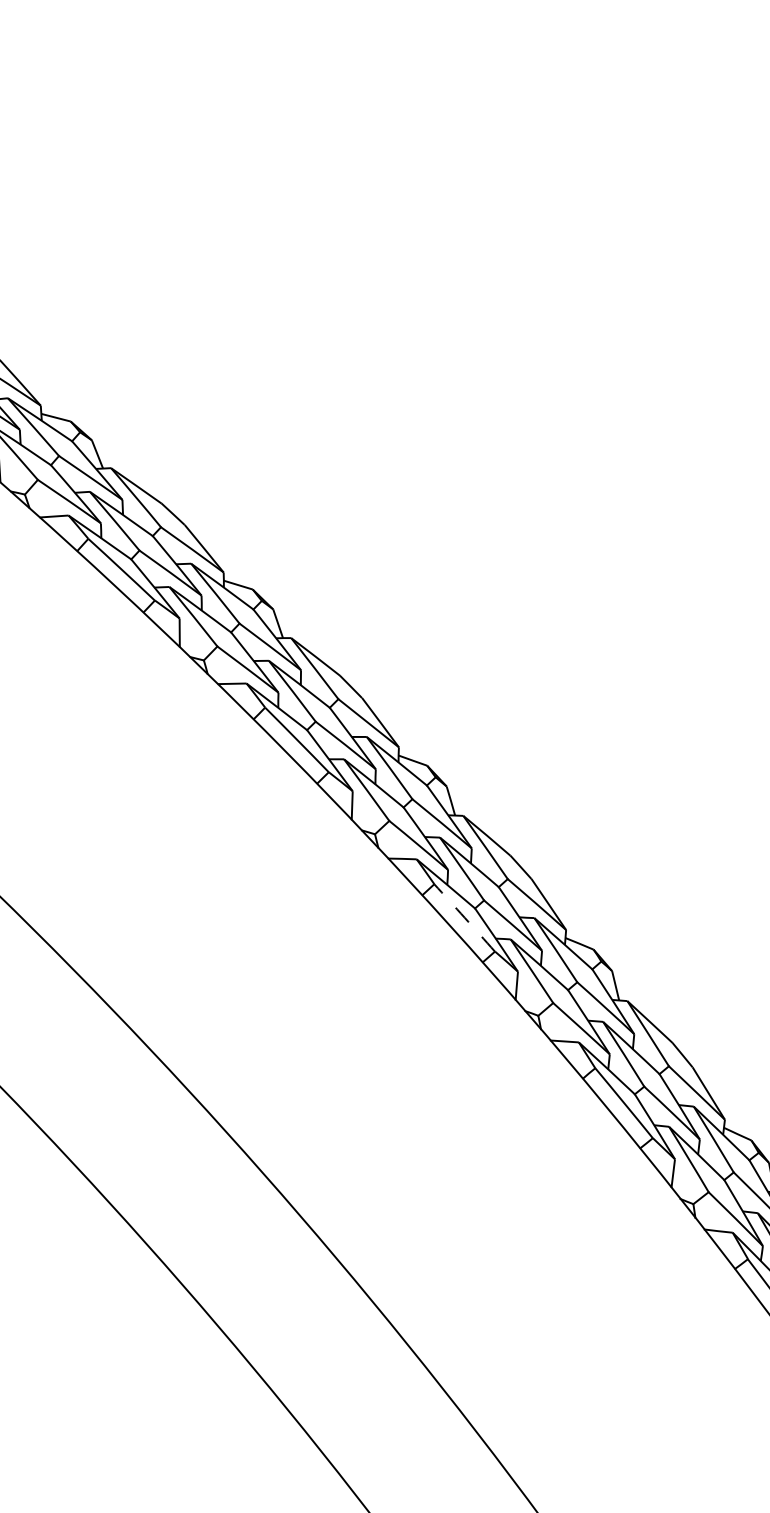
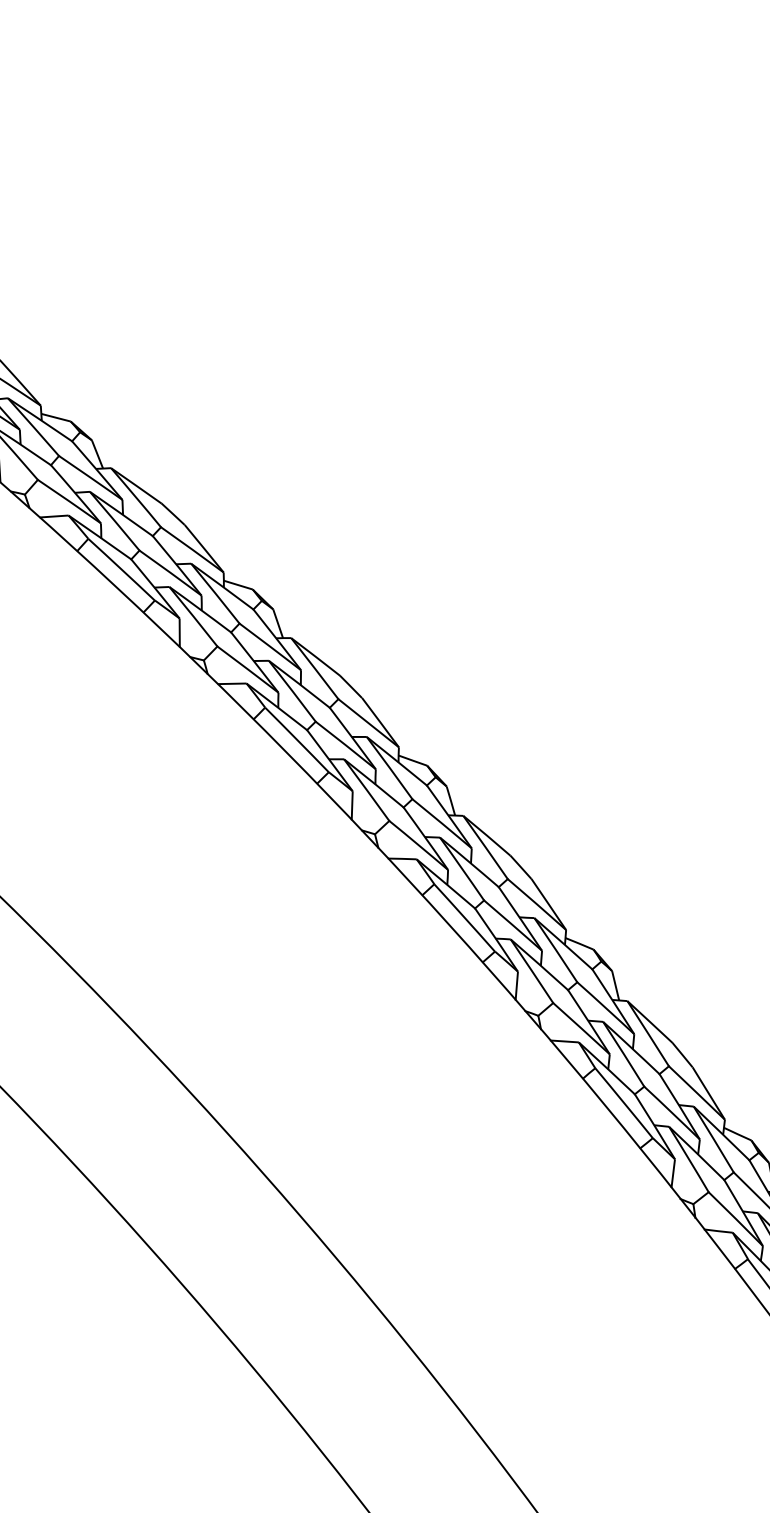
arc at (464, 917): dashed -> solid
